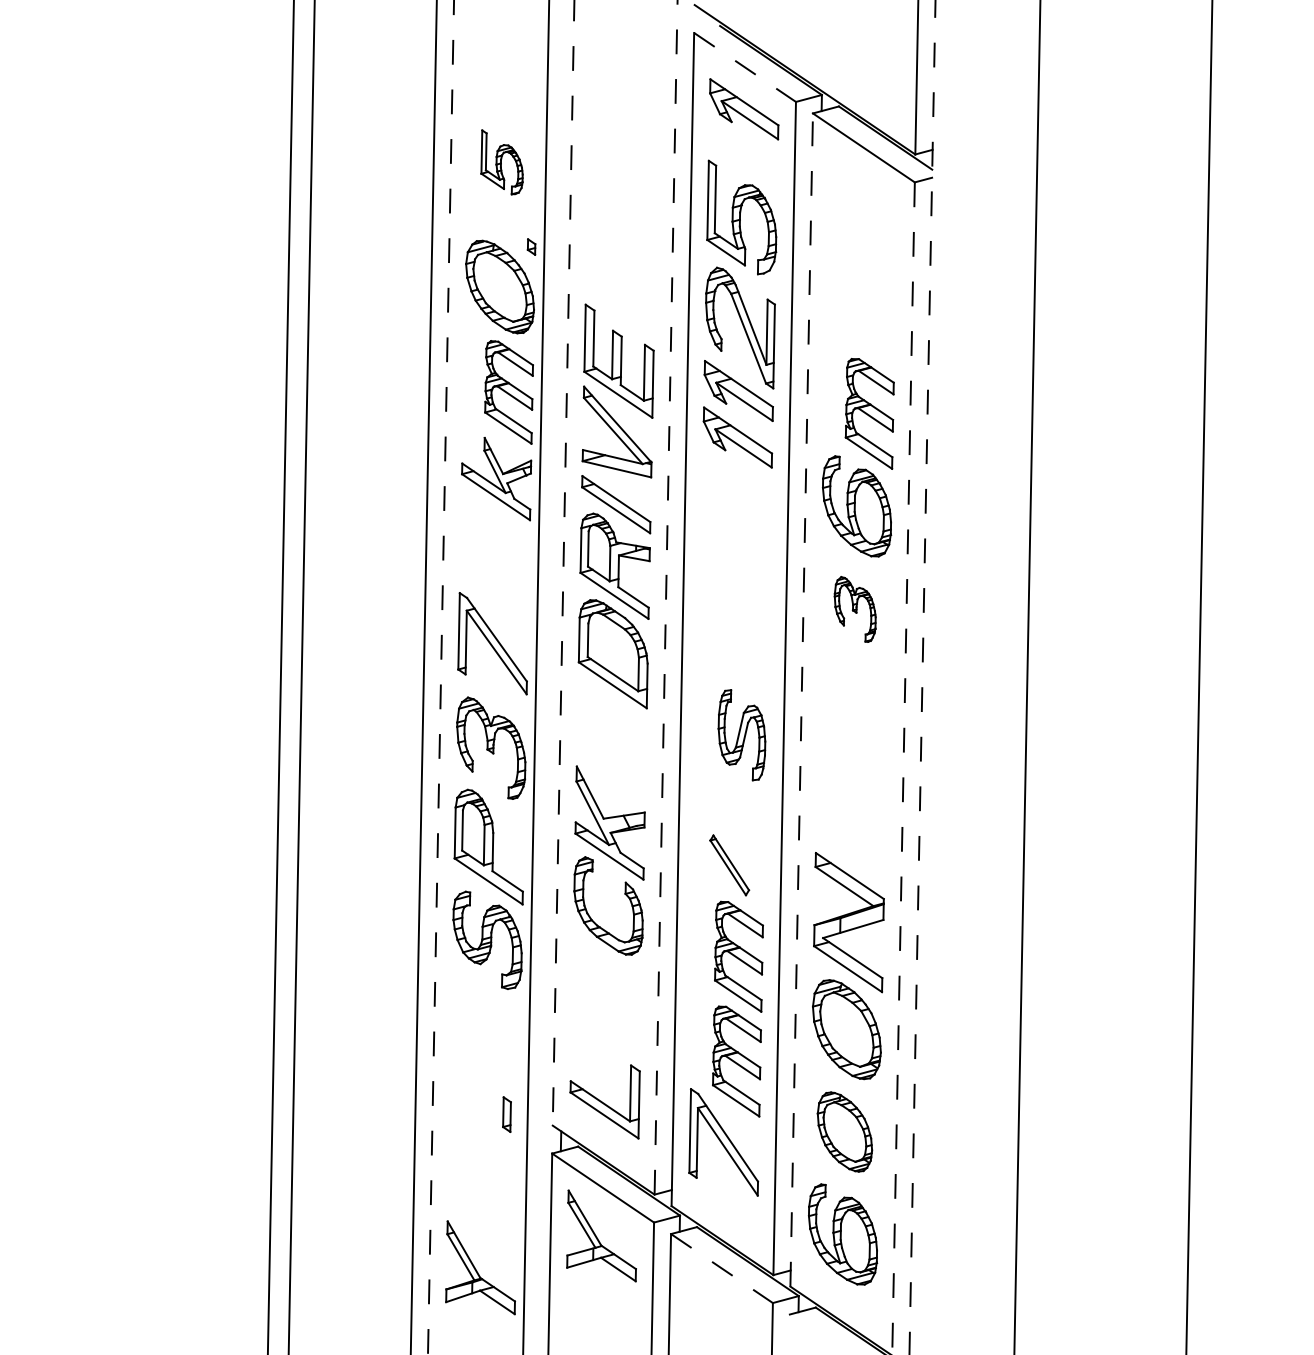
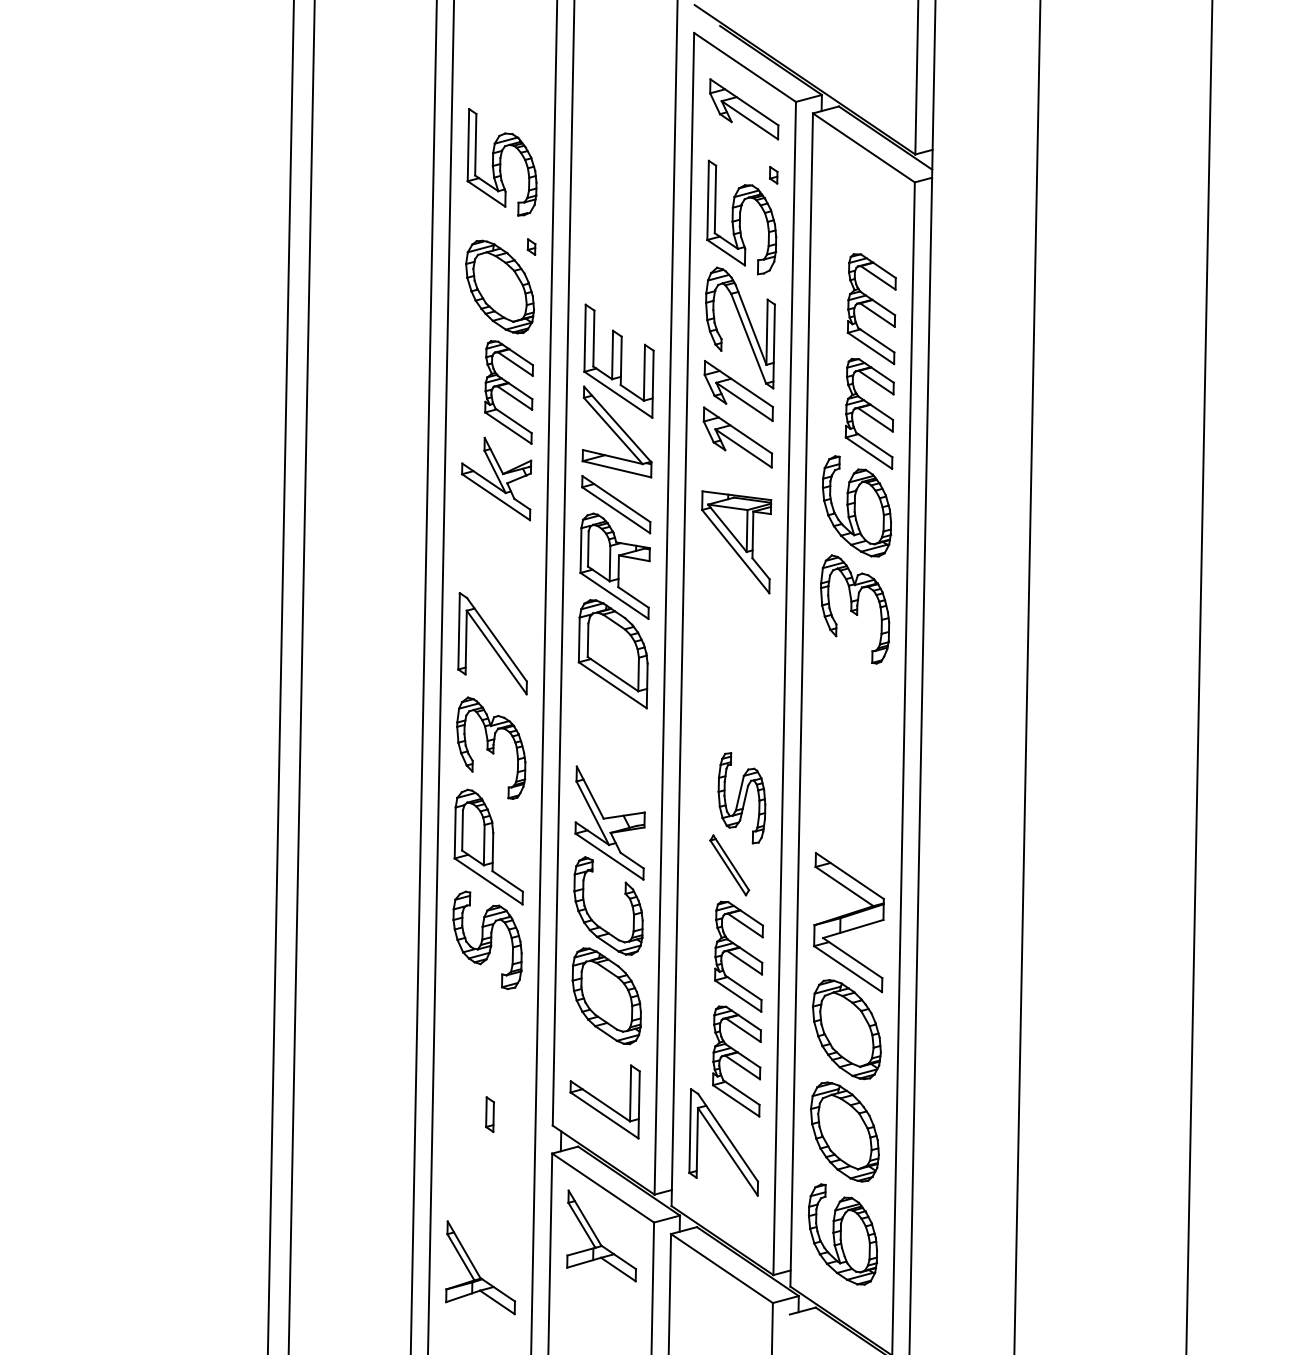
line at (745, 67): dashed -> solid
part at (501, 162) size: 44x67 px -> 72x109 px
part at (773, 175): none -> present
part at (871, 309): none -> present
part at (736, 542): none -> present
line at (563, 563): dashed -> solid
line at (666, 597): dashed -> solid
part at (854, 609) size: 44x67 px -> 71x111 px
line at (536, 676) position: (536, 676) -> (544, 676)
line at (441, 677): dashed -> solid
line at (922, 677): dashed -> solid
line at (801, 700): dashed -> solid
part at (741, 735) position: (741, 735) -> (741, 798)
line at (903, 768): dashed -> solid
part at (606, 996): none -> present
part at (506, 1114) position: (506, 1114) -> (489, 1114)
part at (844, 1131) size: 58x82 px -> 70x102 px
line at (721, 1268): dashed -> solid
